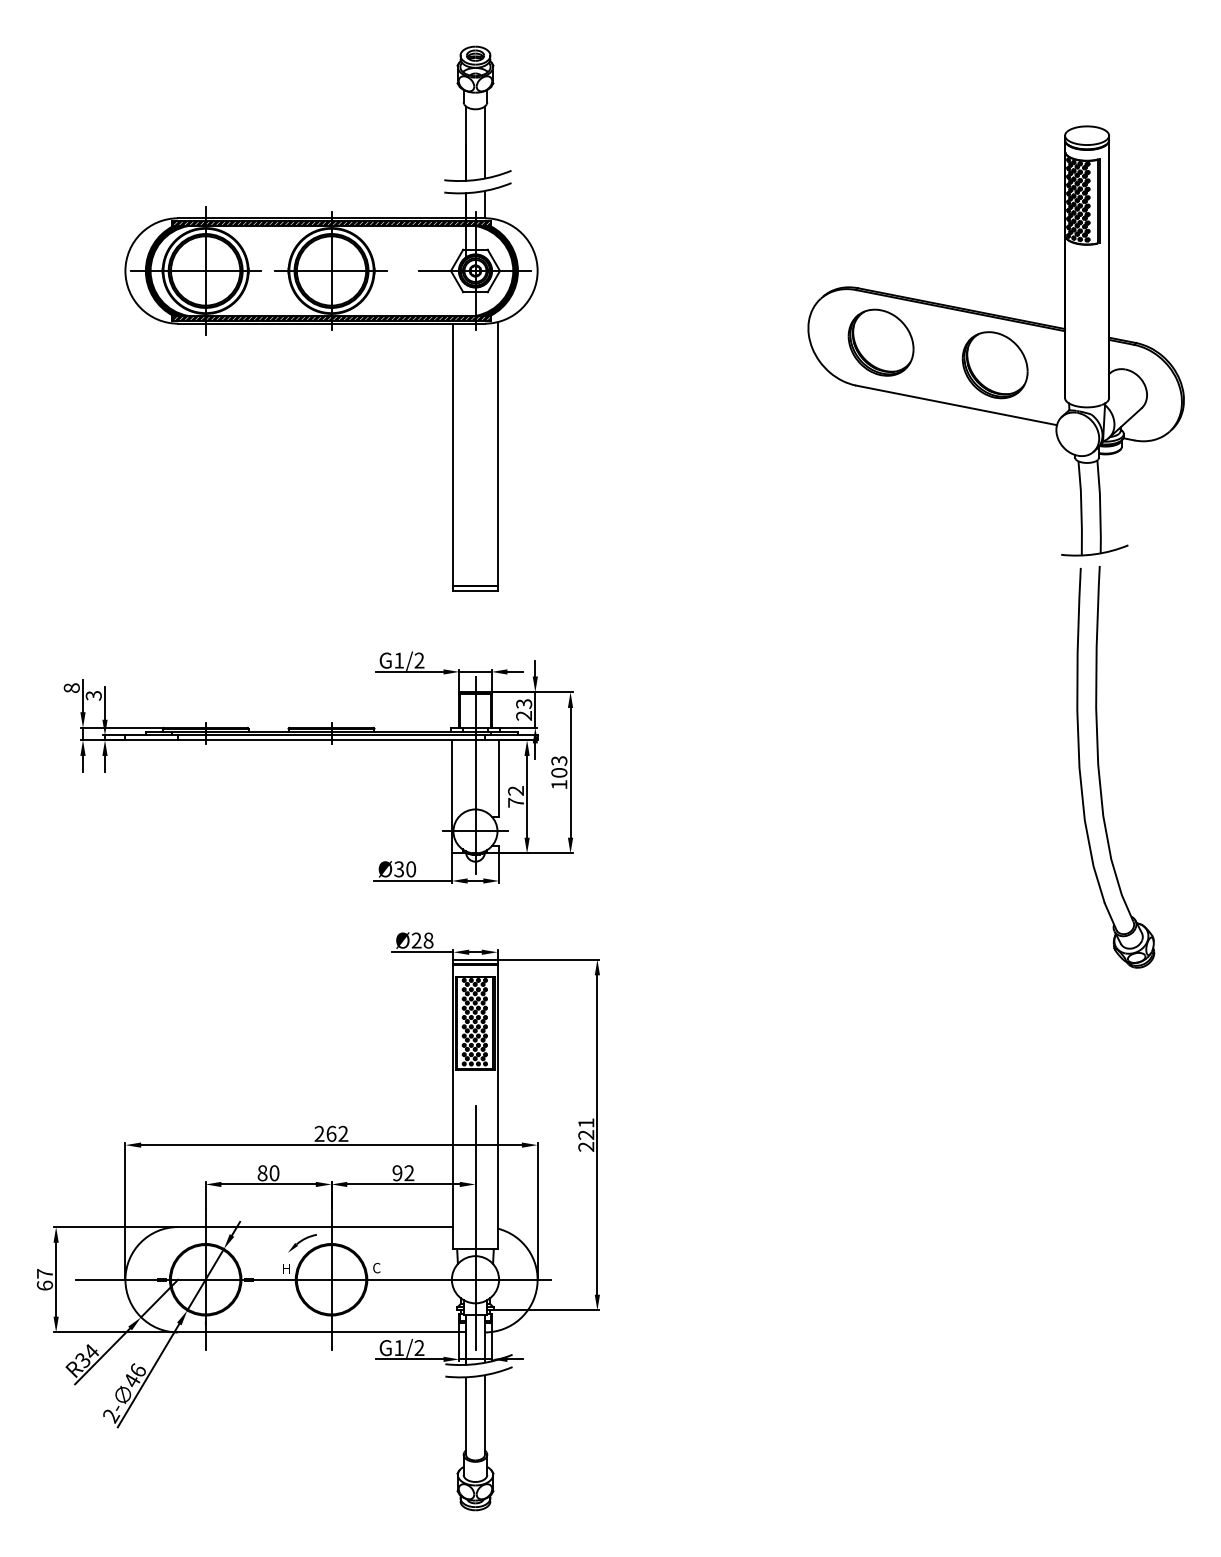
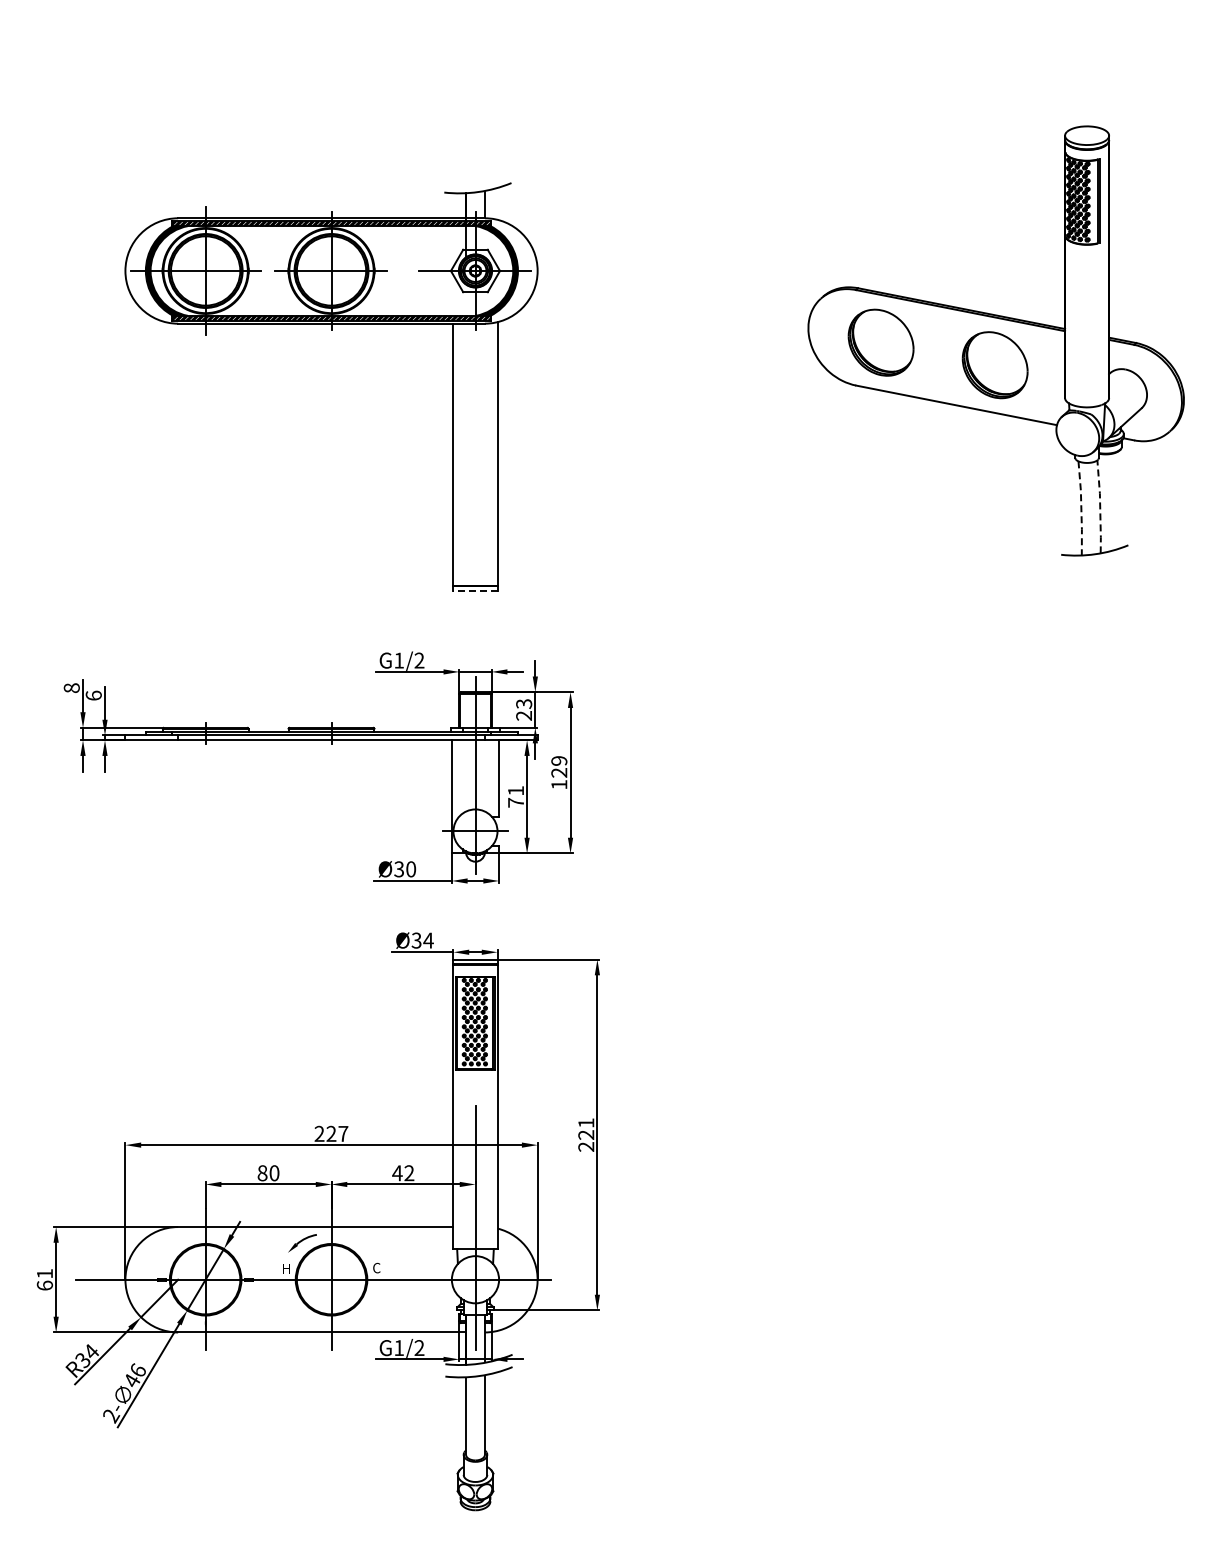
part at (477, 113): present -> none
line at (1100, 506): solid -> dashed
line at (1081, 508): solid -> dashed
line at (475, 591): solid -> dashed
text at (93, 695): 3 -> 6
text at (559, 766): 103 -> 129
part at (1099, 767): present -> none
text at (515, 790): 72 -> 71
text at (422, 940): Ø28 -> Ø34
text at (337, 1133): 262 -> 227
text at (397, 1173): 92 -> 42
text at (44, 1273): 67 -> 61
